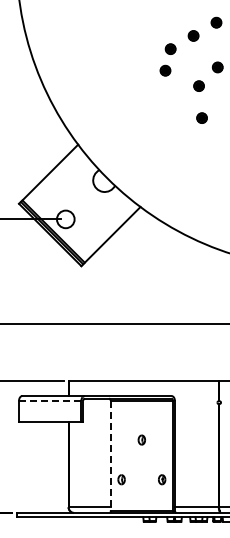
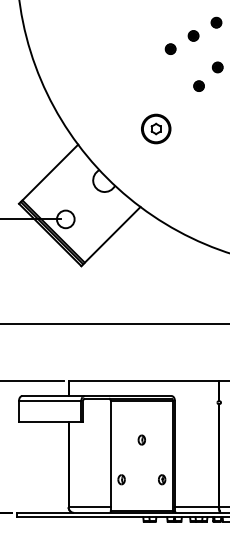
part at (165, 70): present -> none
part at (201, 117): present -> none
part at (156, 128): none -> present
line at (50, 400): dashed -> solid
line at (110, 455): dashed -> solid
